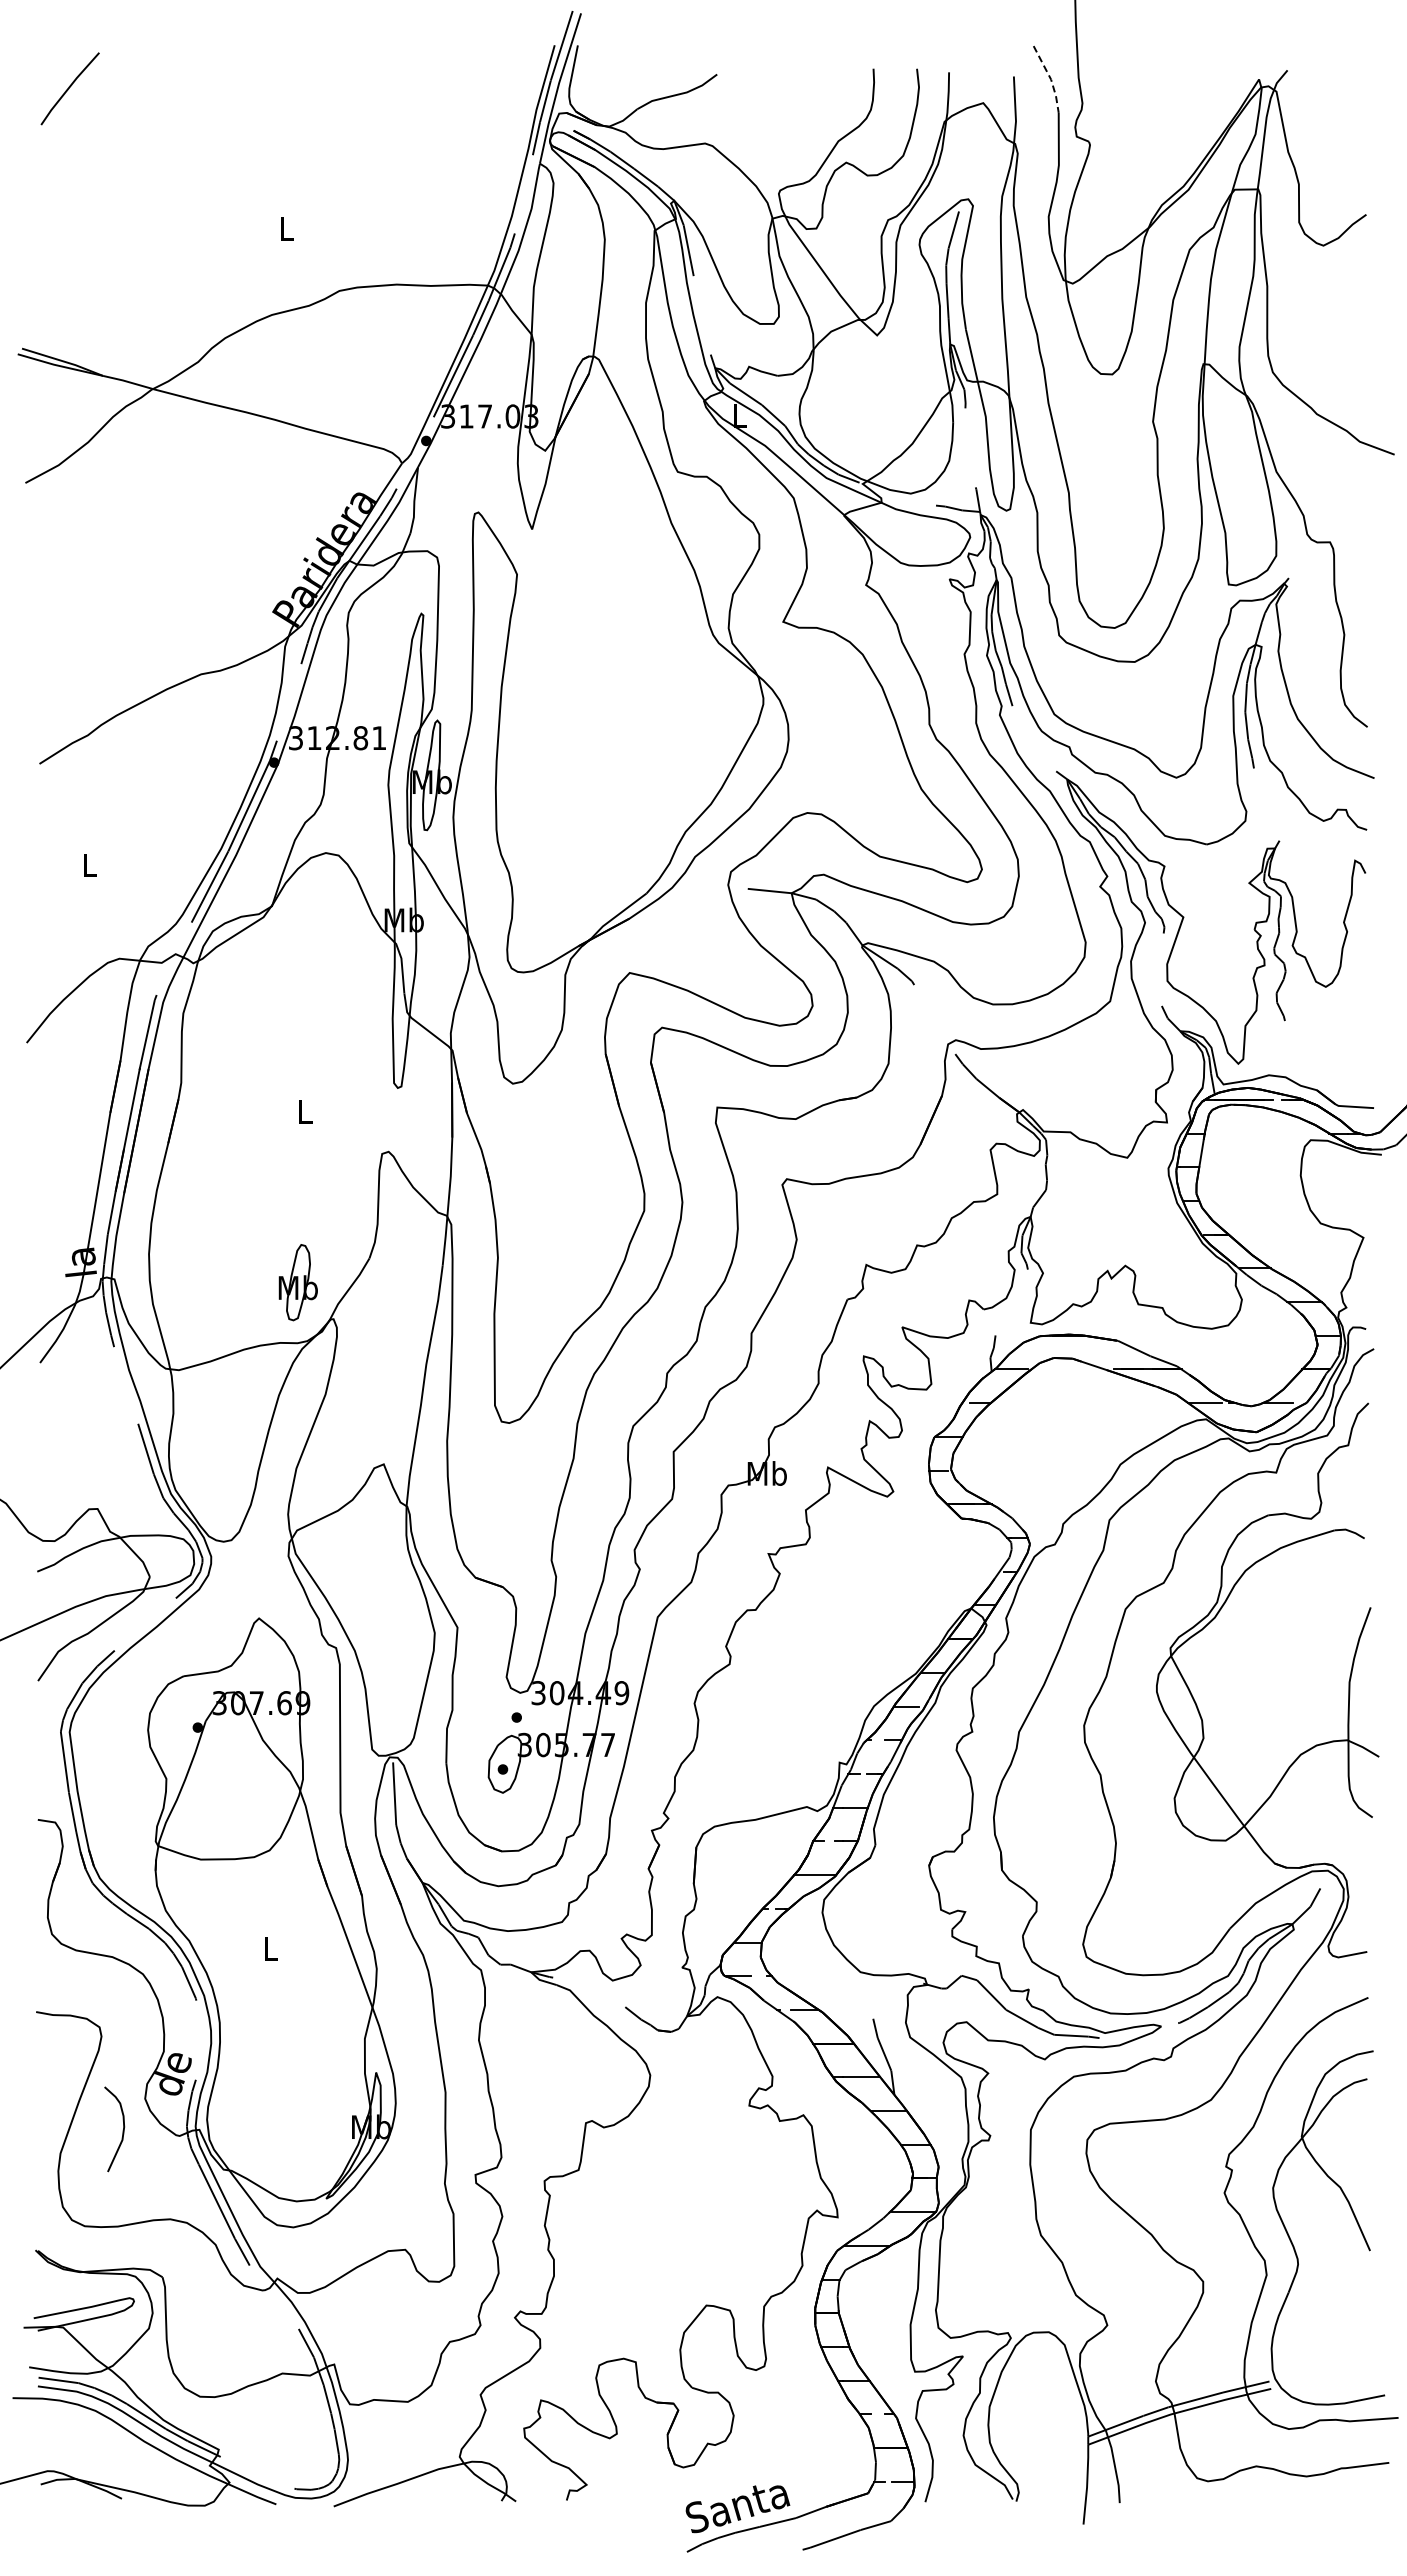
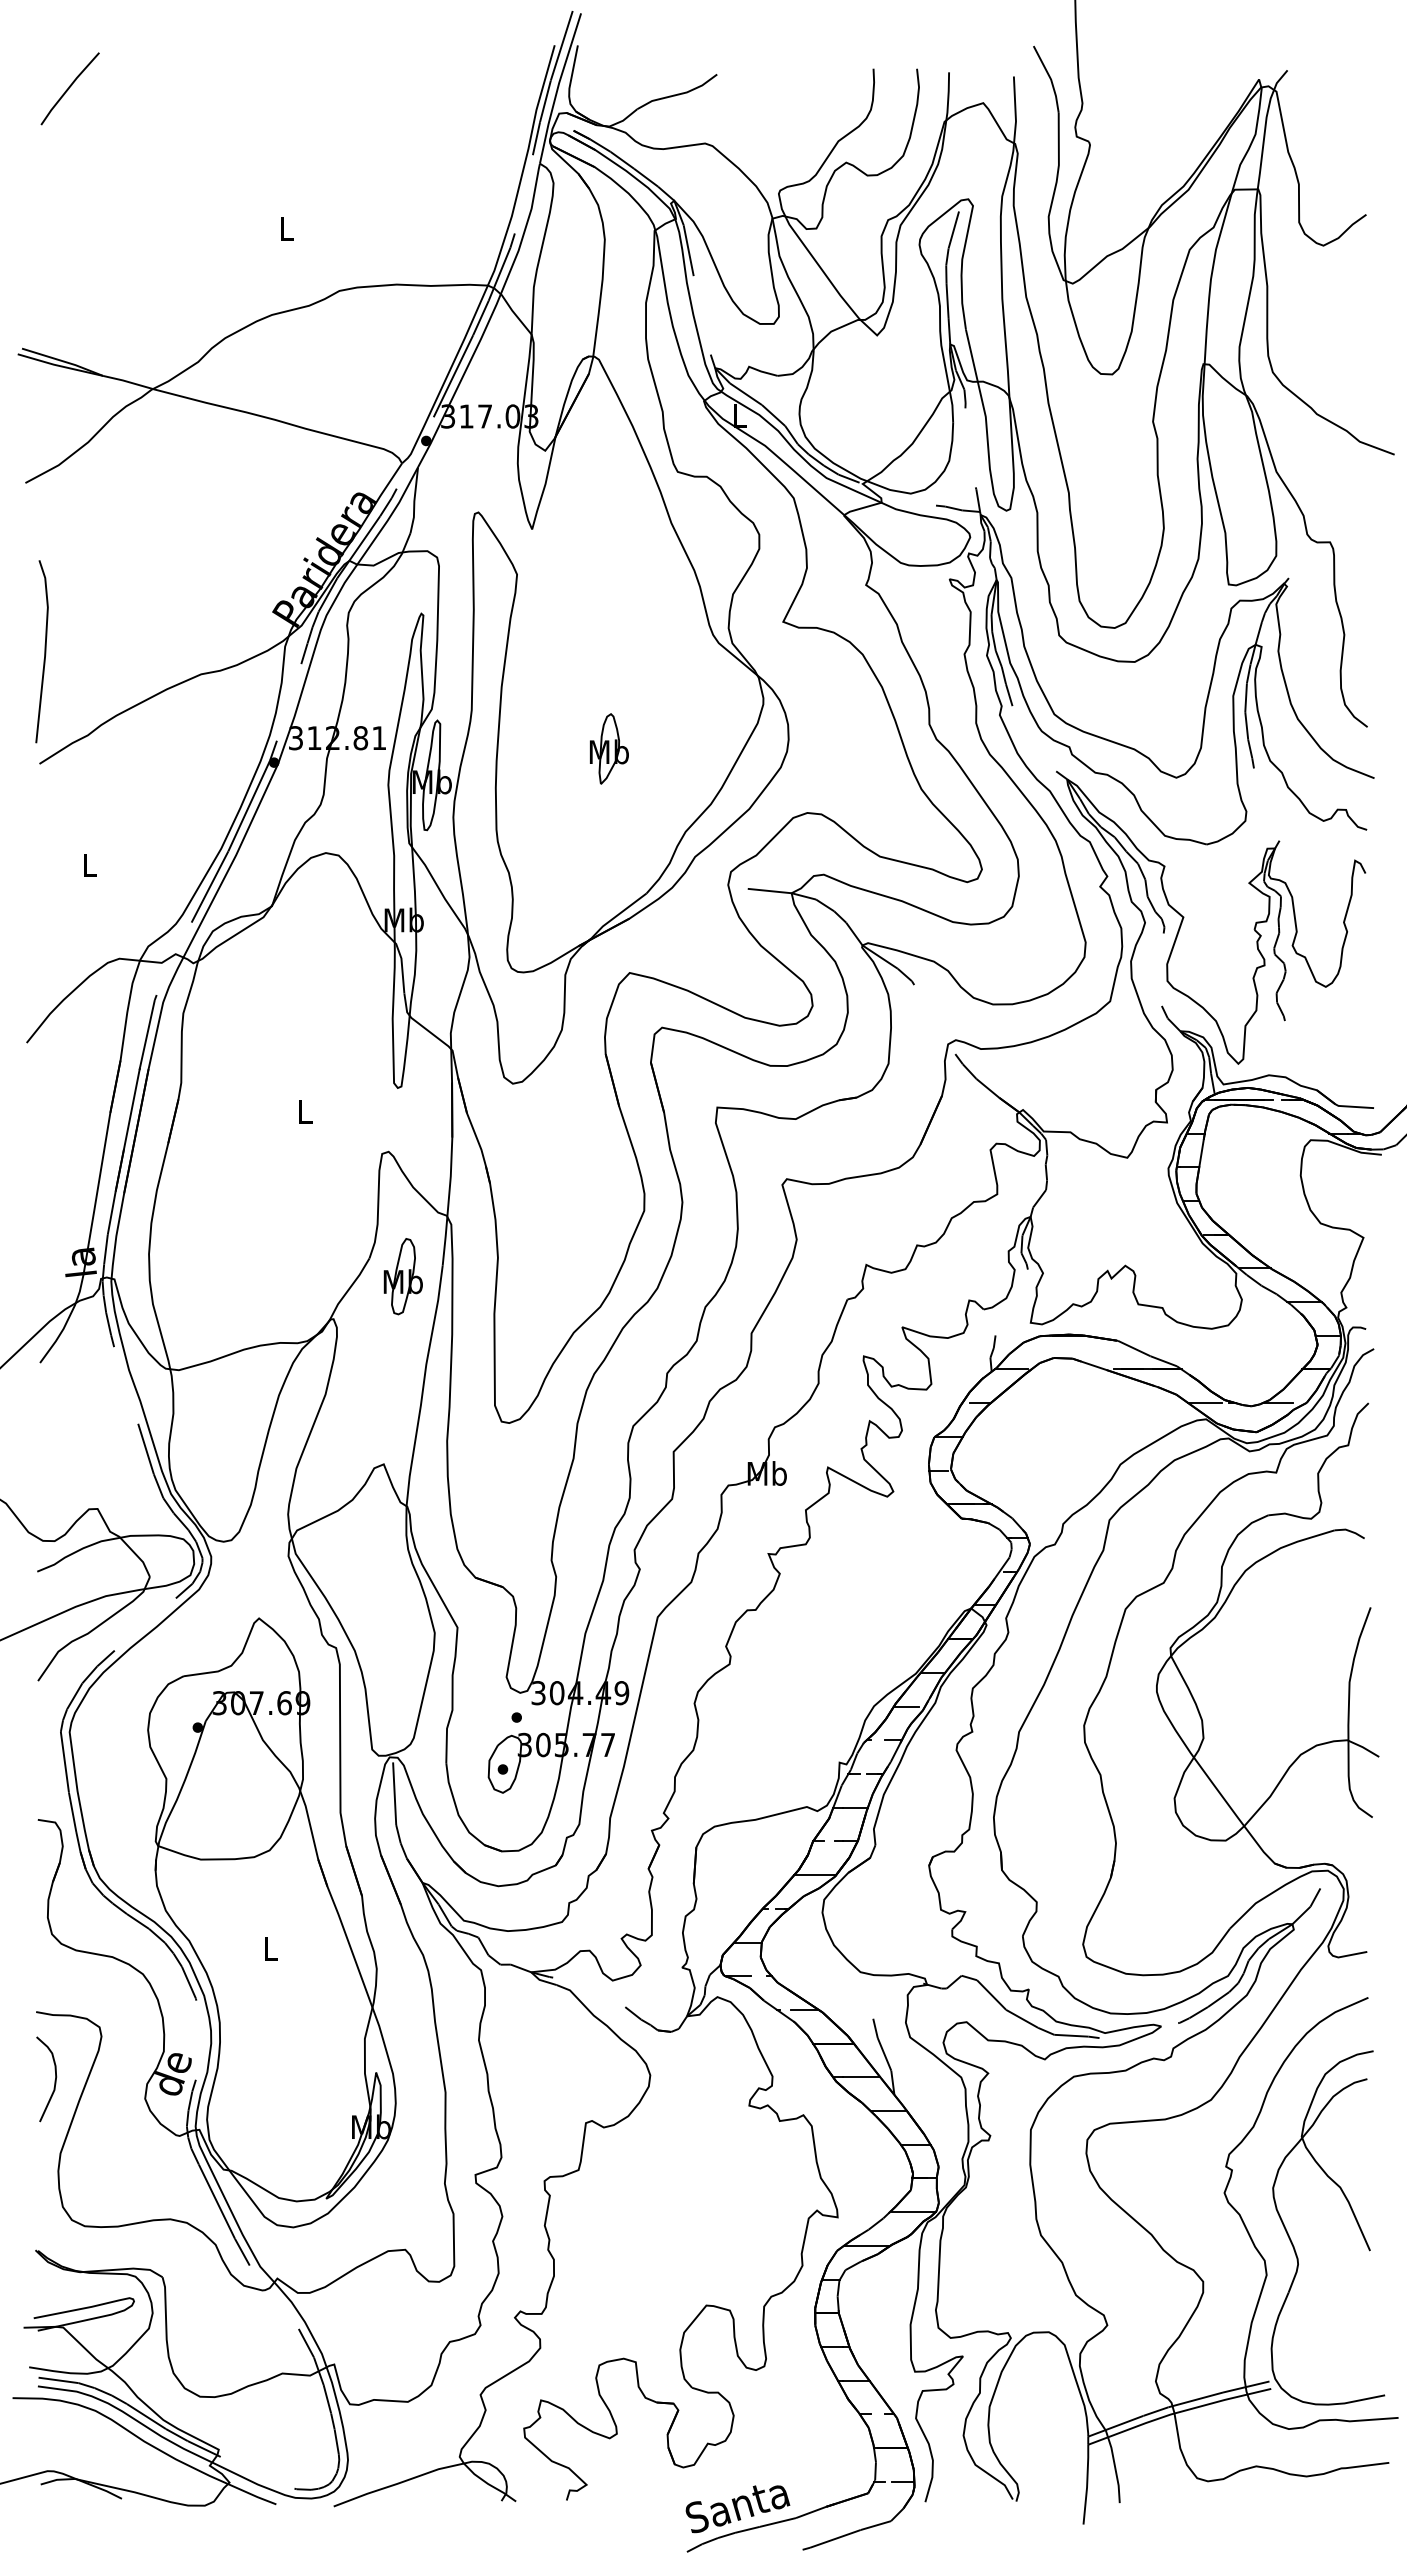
line at (1051, 79): dashed -> solid
line at (44, 651): none -> present
part at (609, 748): none -> present
part at (297, 1282) position: (297, 1282) -> (402, 1276)
curve at (122, 2130) position: (122, 2130) -> (54, 2080)
